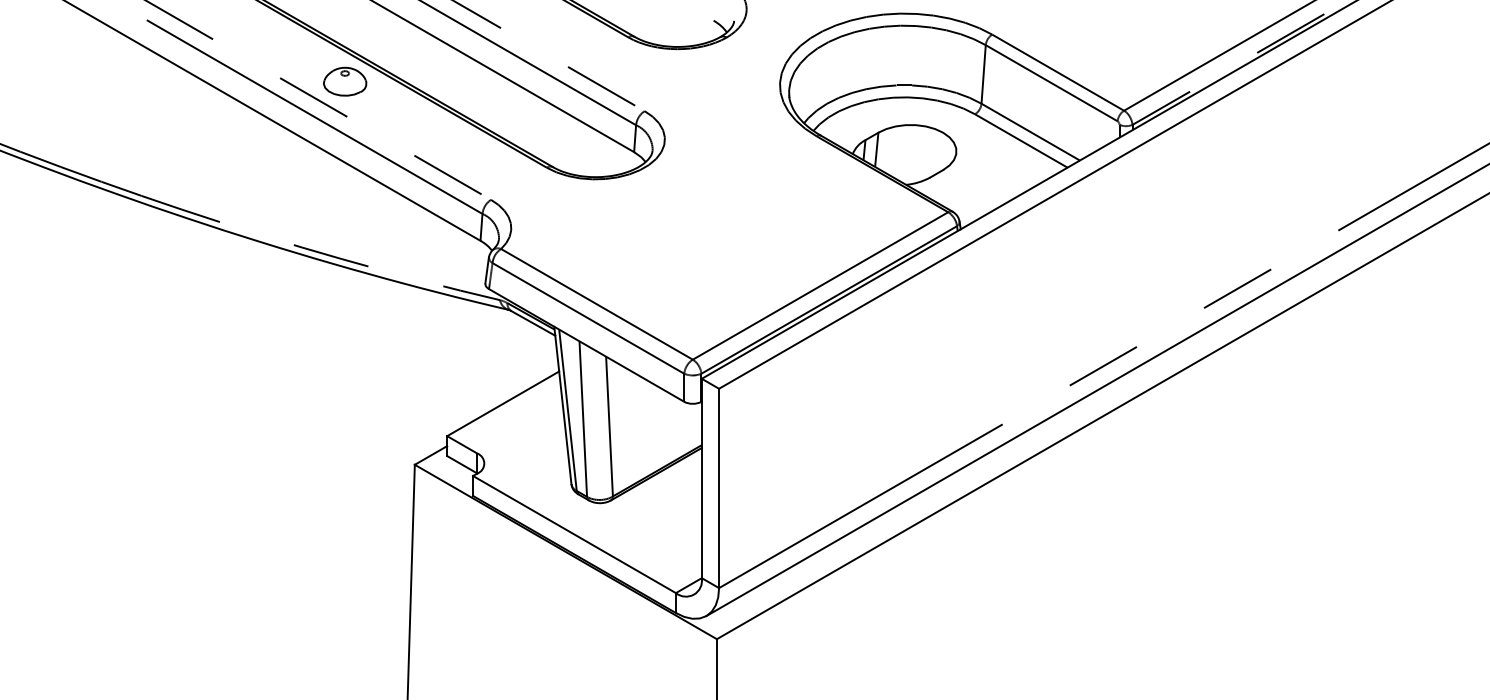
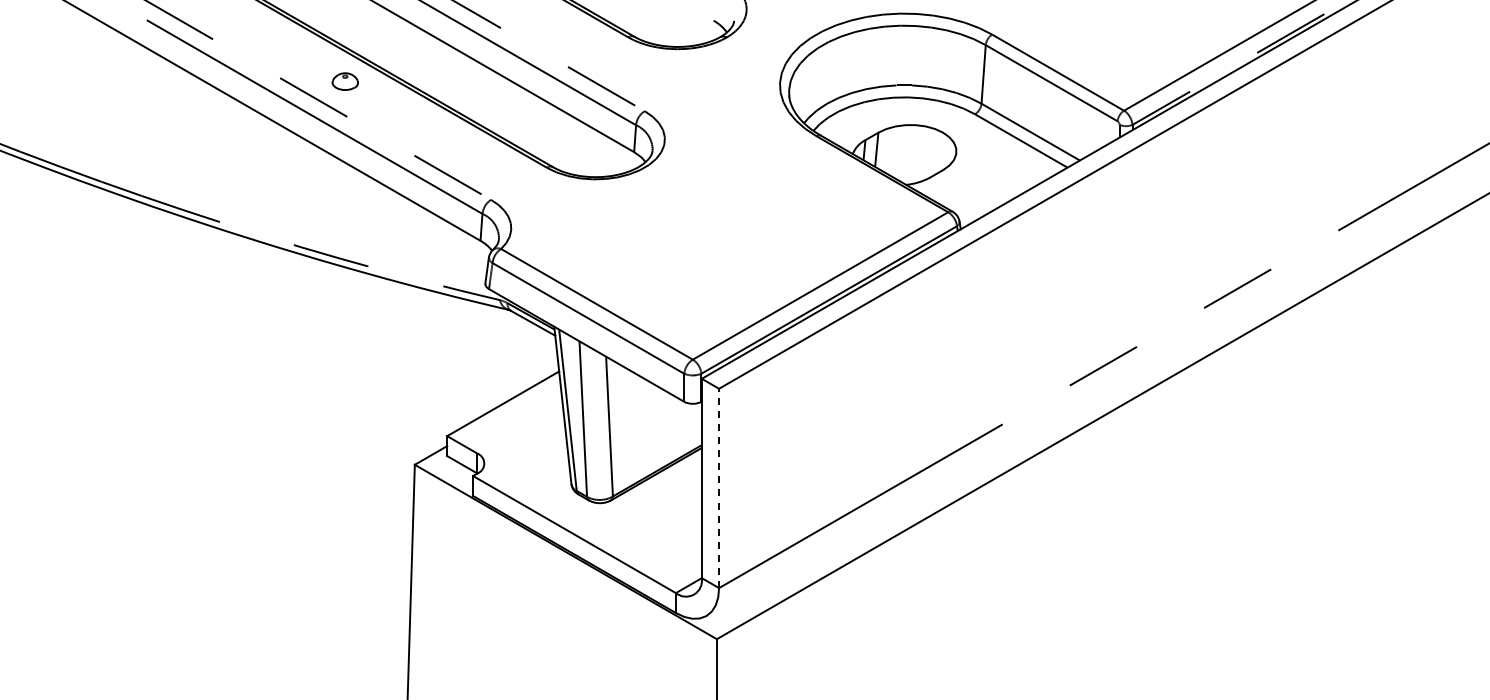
part at (345, 81) size: 45x31 px -> 28x19 px
line at (1096, 390): present -> none
line at (719, 488): solid -> dashed
